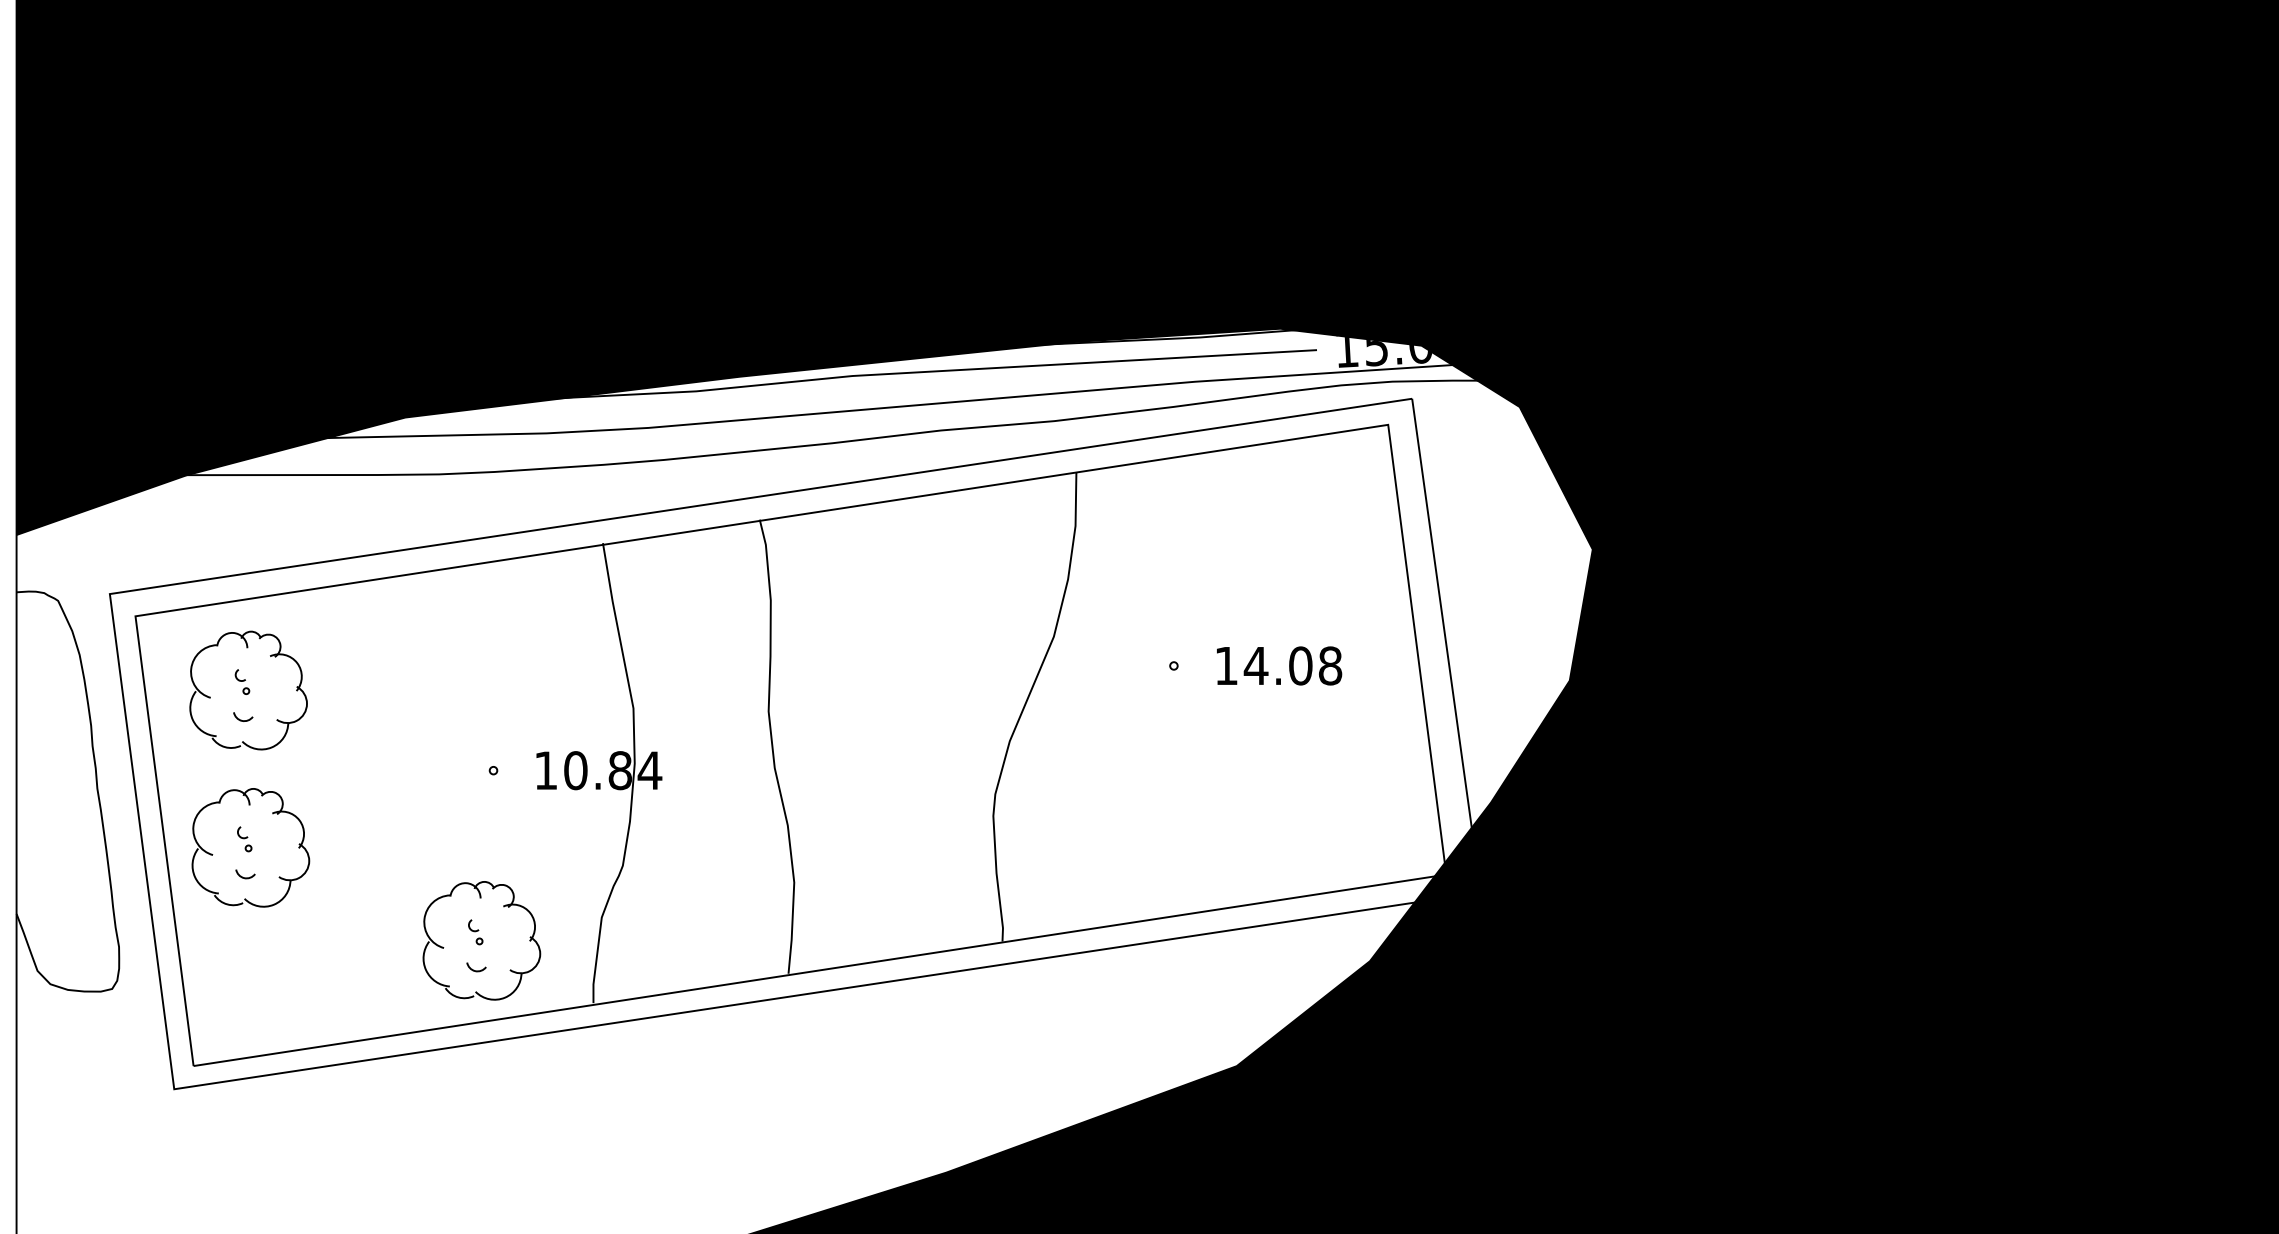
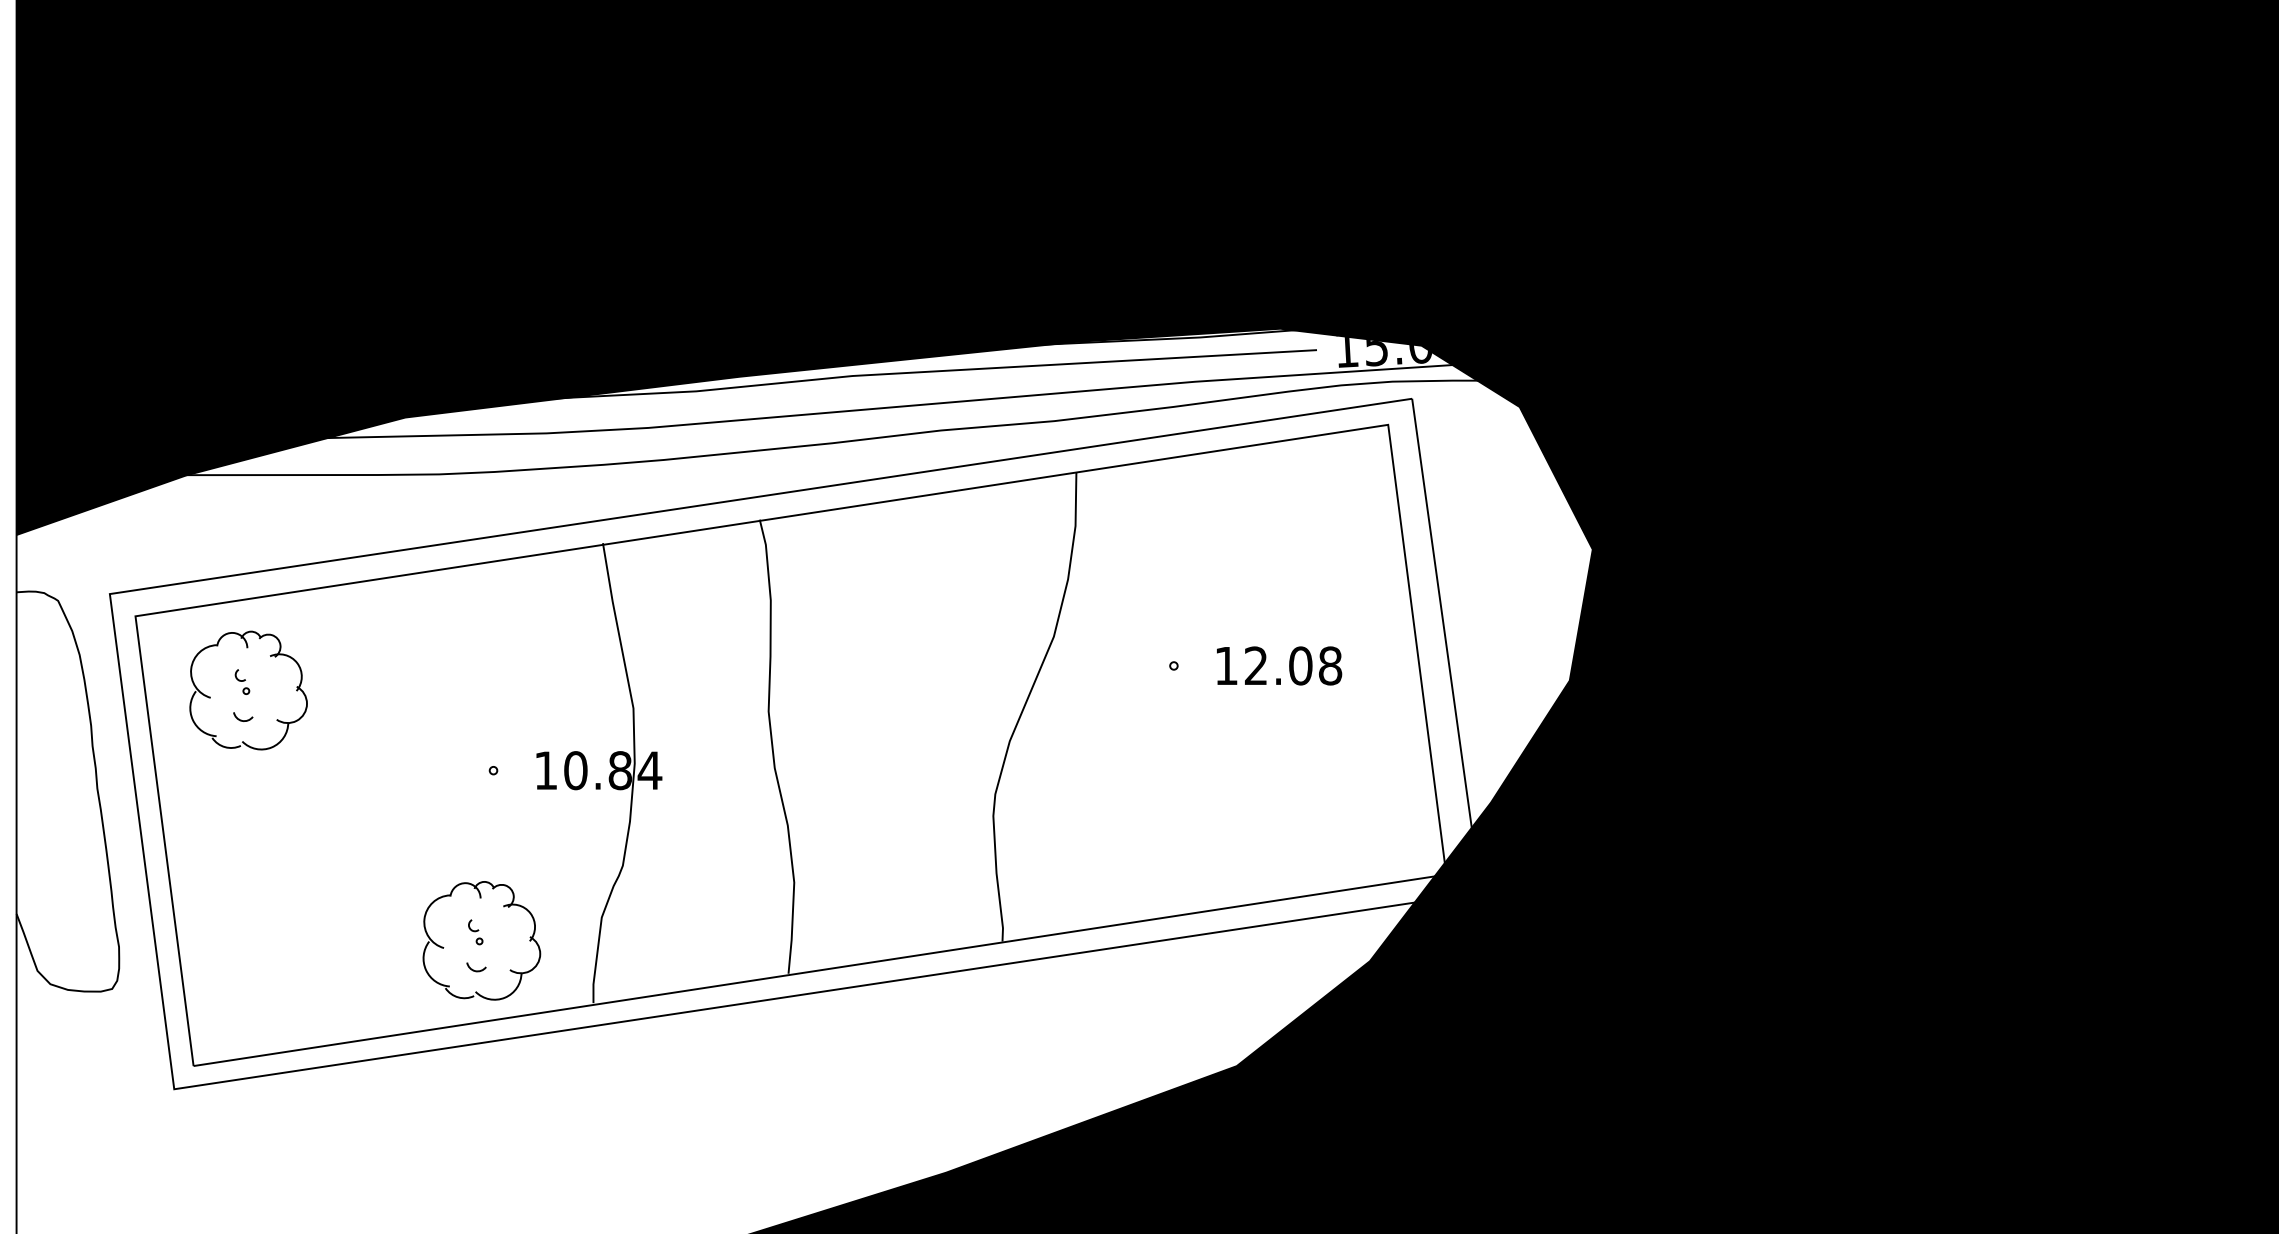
text at (1255, 665): 14.08 -> 12.08
part at (250, 847): present -> none
